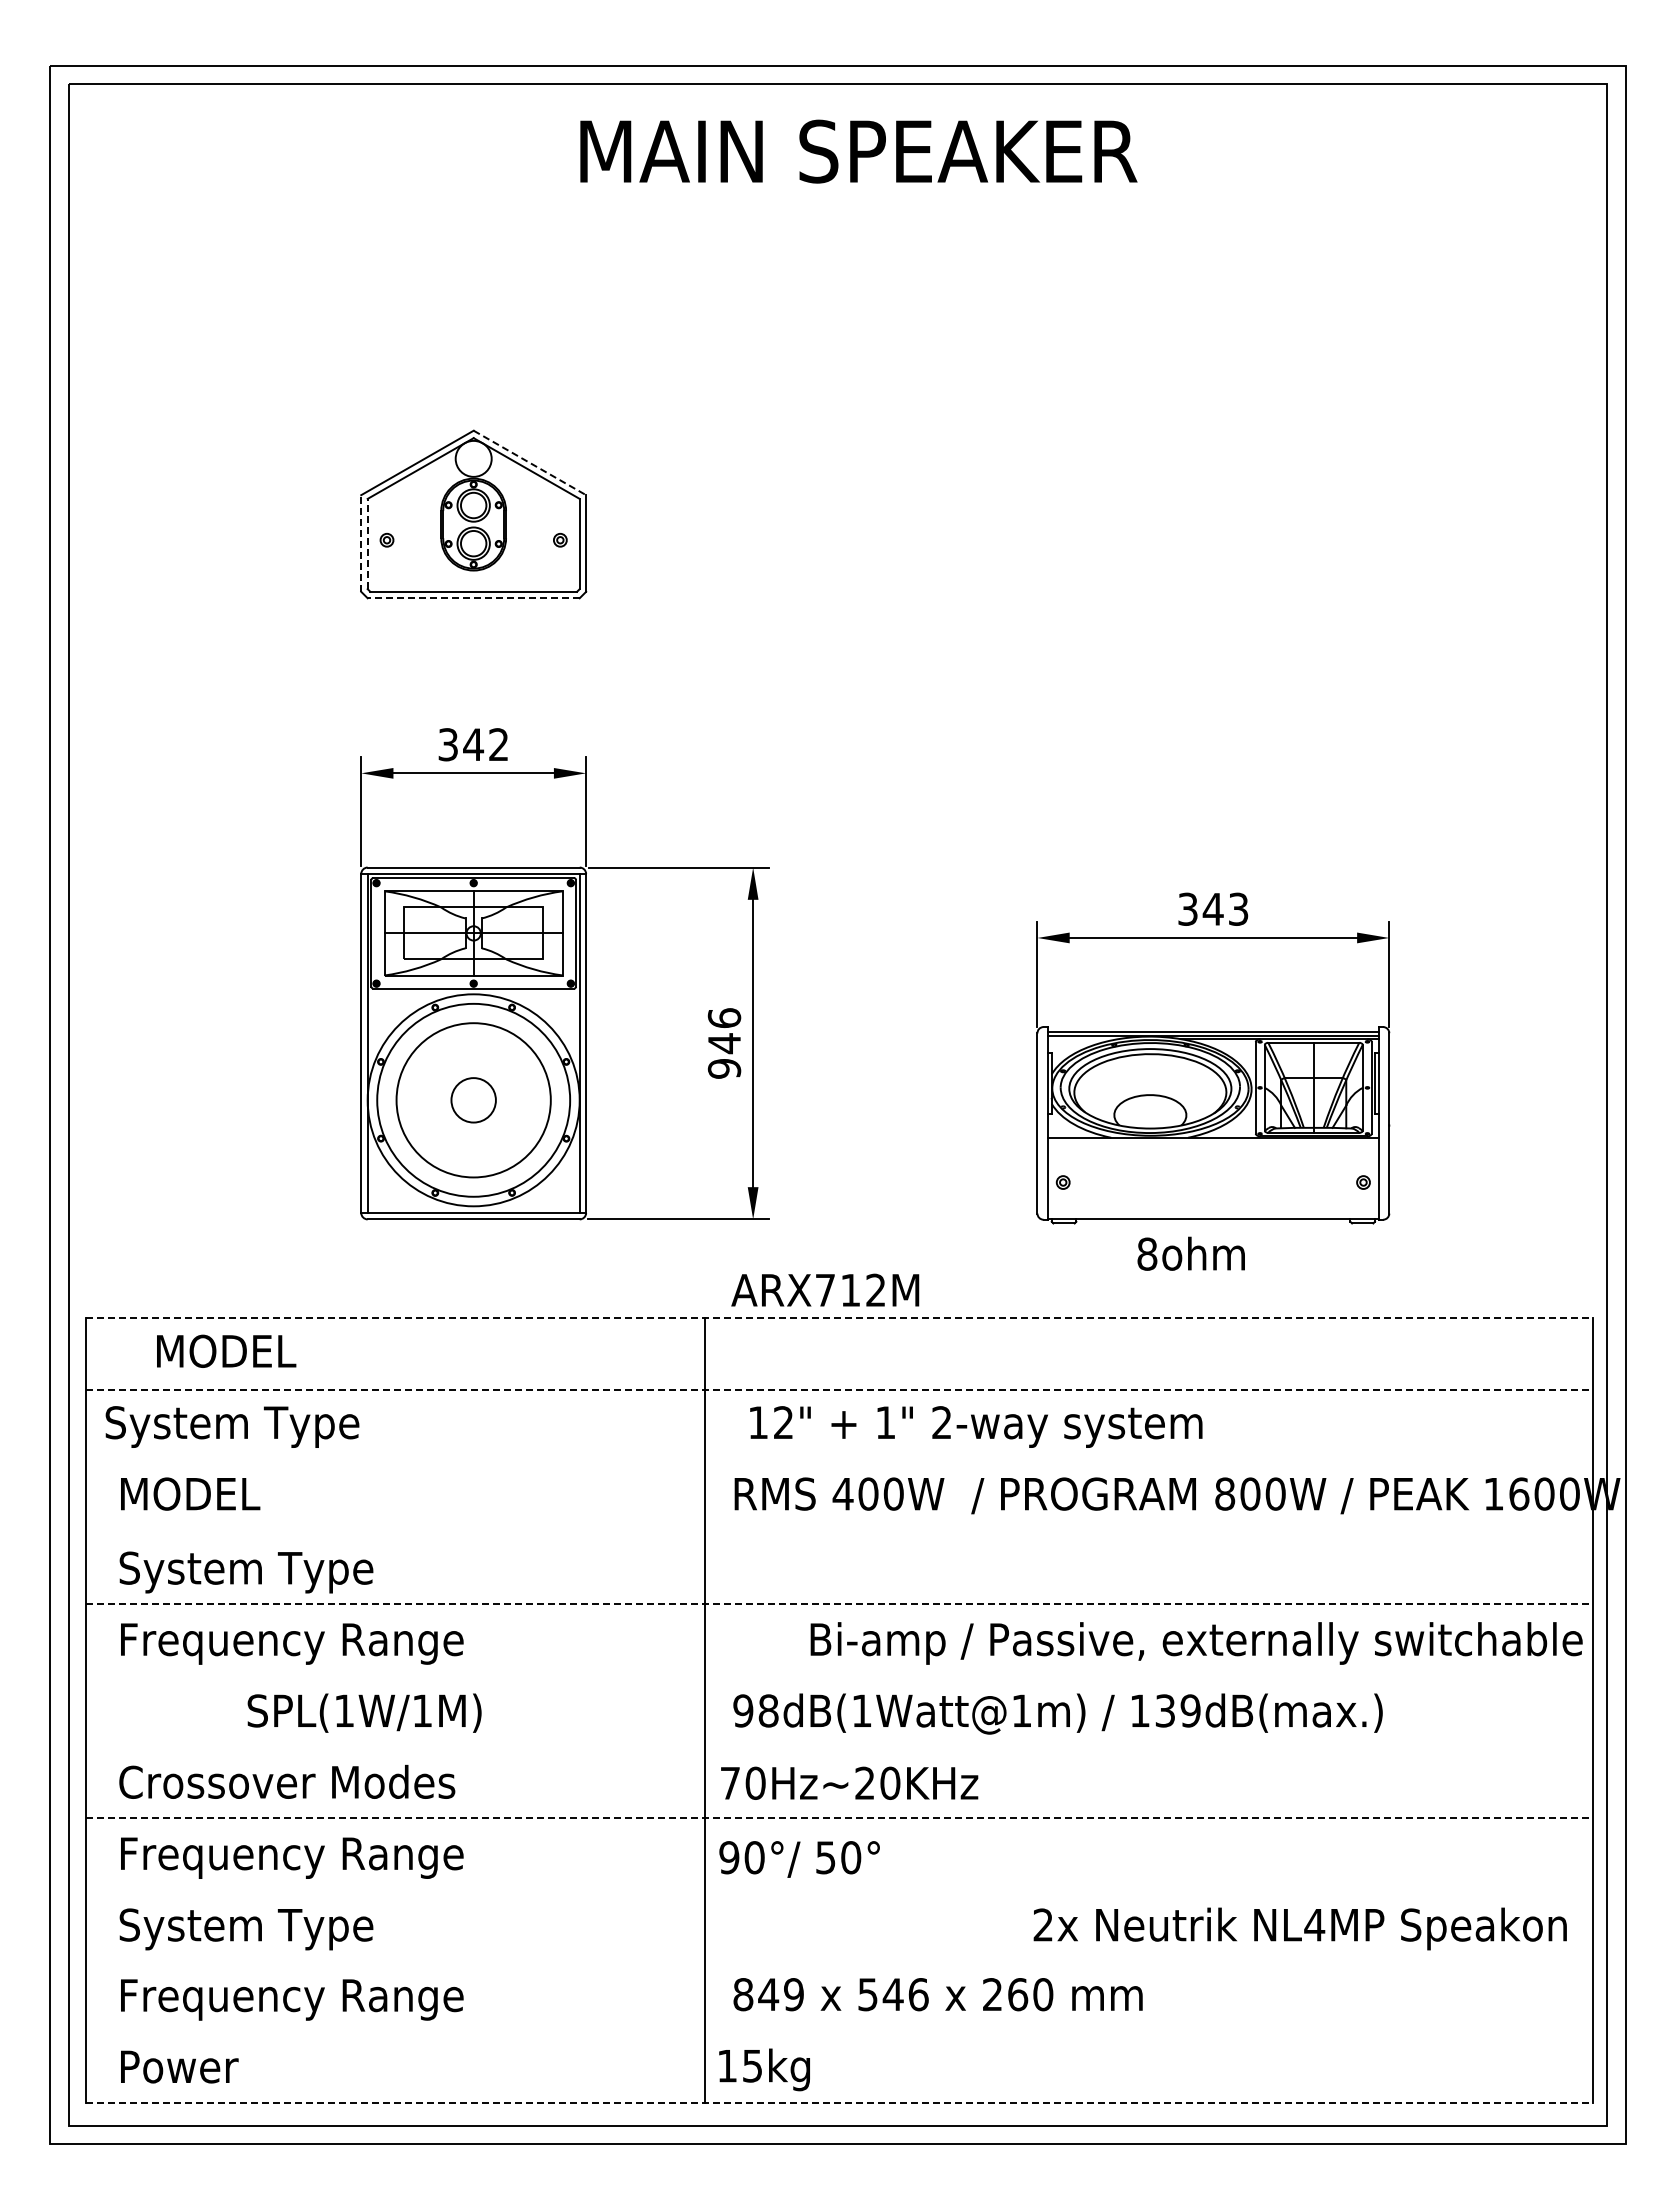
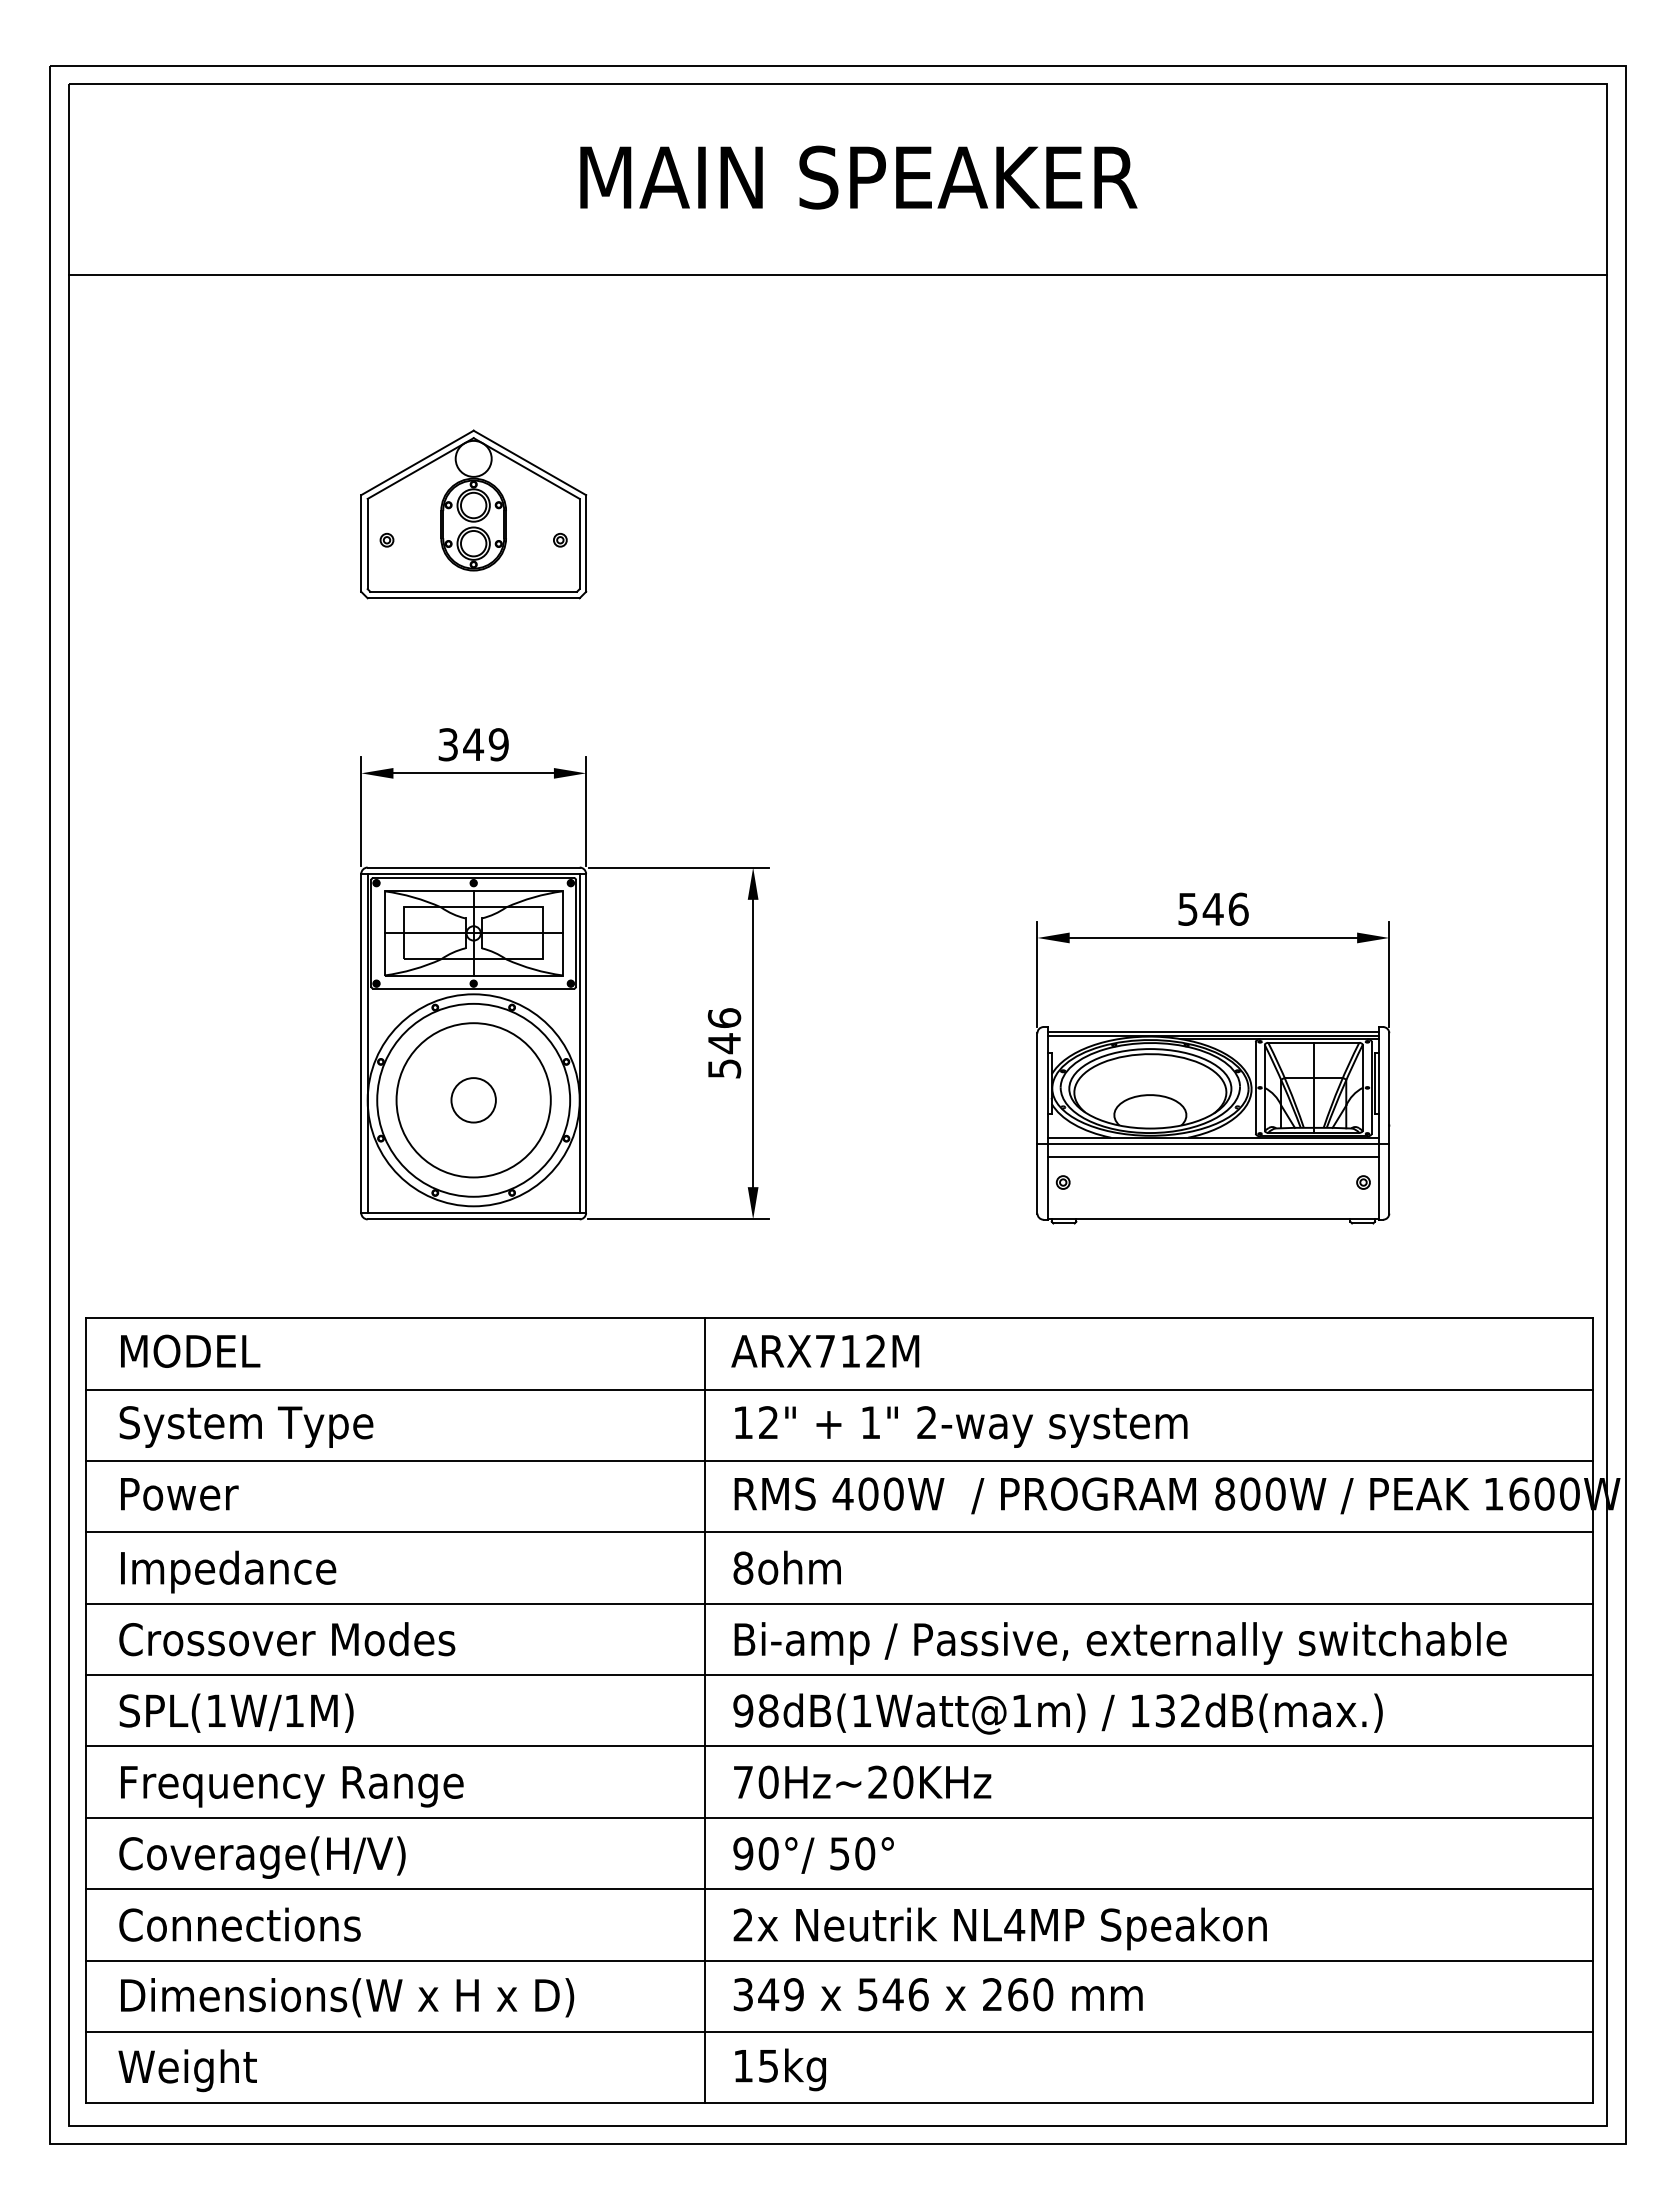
text at (858, 151) position: (858, 151) -> (858, 177)
line at (837, 275): none -> present
line at (529, 462): dashed -> solid
line at (361, 542): dashed -> solid
line at (367, 543): dashed -> solid
line at (473, 598): dashed -> solid
text at (498, 744): 342 -> 349
text at (1213, 908): 343 -> 546
text at (723, 1068): 946 -> 546
line at (1213, 1143): none -> present
line at (1213, 1156): none -> present
text at (1190, 1253) position: (1190, 1253) -> (786, 1567)
text at (825, 1289) position: (825, 1289) -> (825, 1350)
line at (839, 1318): dashed -> solid
text at (226, 1350) position: (226, 1350) -> (190, 1350)
line at (839, 1389): dashed -> solid
text at (232, 1426) position: (232, 1426) -> (246, 1426)
text at (976, 1426) position: (976, 1426) -> (961, 1426)
line at (838, 1460): none -> present
text at (192, 1493): MODEL -> Power
line at (838, 1532): none -> present
text at (246, 1571): System Type -> Impedance
line at (839, 1603): dashed -> solid
text at (291, 1643): Frequency Range -> Crossover Modes
text at (1196, 1643) position: (1196, 1643) -> (1120, 1643)
line at (838, 1675): none -> present
text at (1190, 1710): 139dB(max.) -> 132dB(max.)
text at (364, 1712) position: (364, 1712) -> (236, 1712)
line at (838, 1746): none -> present
text at (849, 1782) position: (849, 1782) -> (862, 1781)
text at (291, 1785): Crossover Modes -> Frequency Range
line at (839, 1817): dashed -> solid
text at (291, 1857): Frequency Range -> Coverage(H/V)
text at (799, 1859) position: (799, 1859) -> (813, 1855)
line at (838, 1889): none -> present
text at (246, 1928): System Type -> Connections
text at (1299, 1928) position: (1299, 1928) -> (999, 1928)
line at (838, 1960): none -> present
text at (743, 1994): 849 -> 349
text at (349, 1999): Frequency Range -> Dimensions(W x H x D)
line at (838, 2031): none -> present
text at (764, 2069) position: (764, 2069) -> (780, 2069)
text at (187, 2070): Power -> Weight
line at (839, 2103): dashed -> solid
